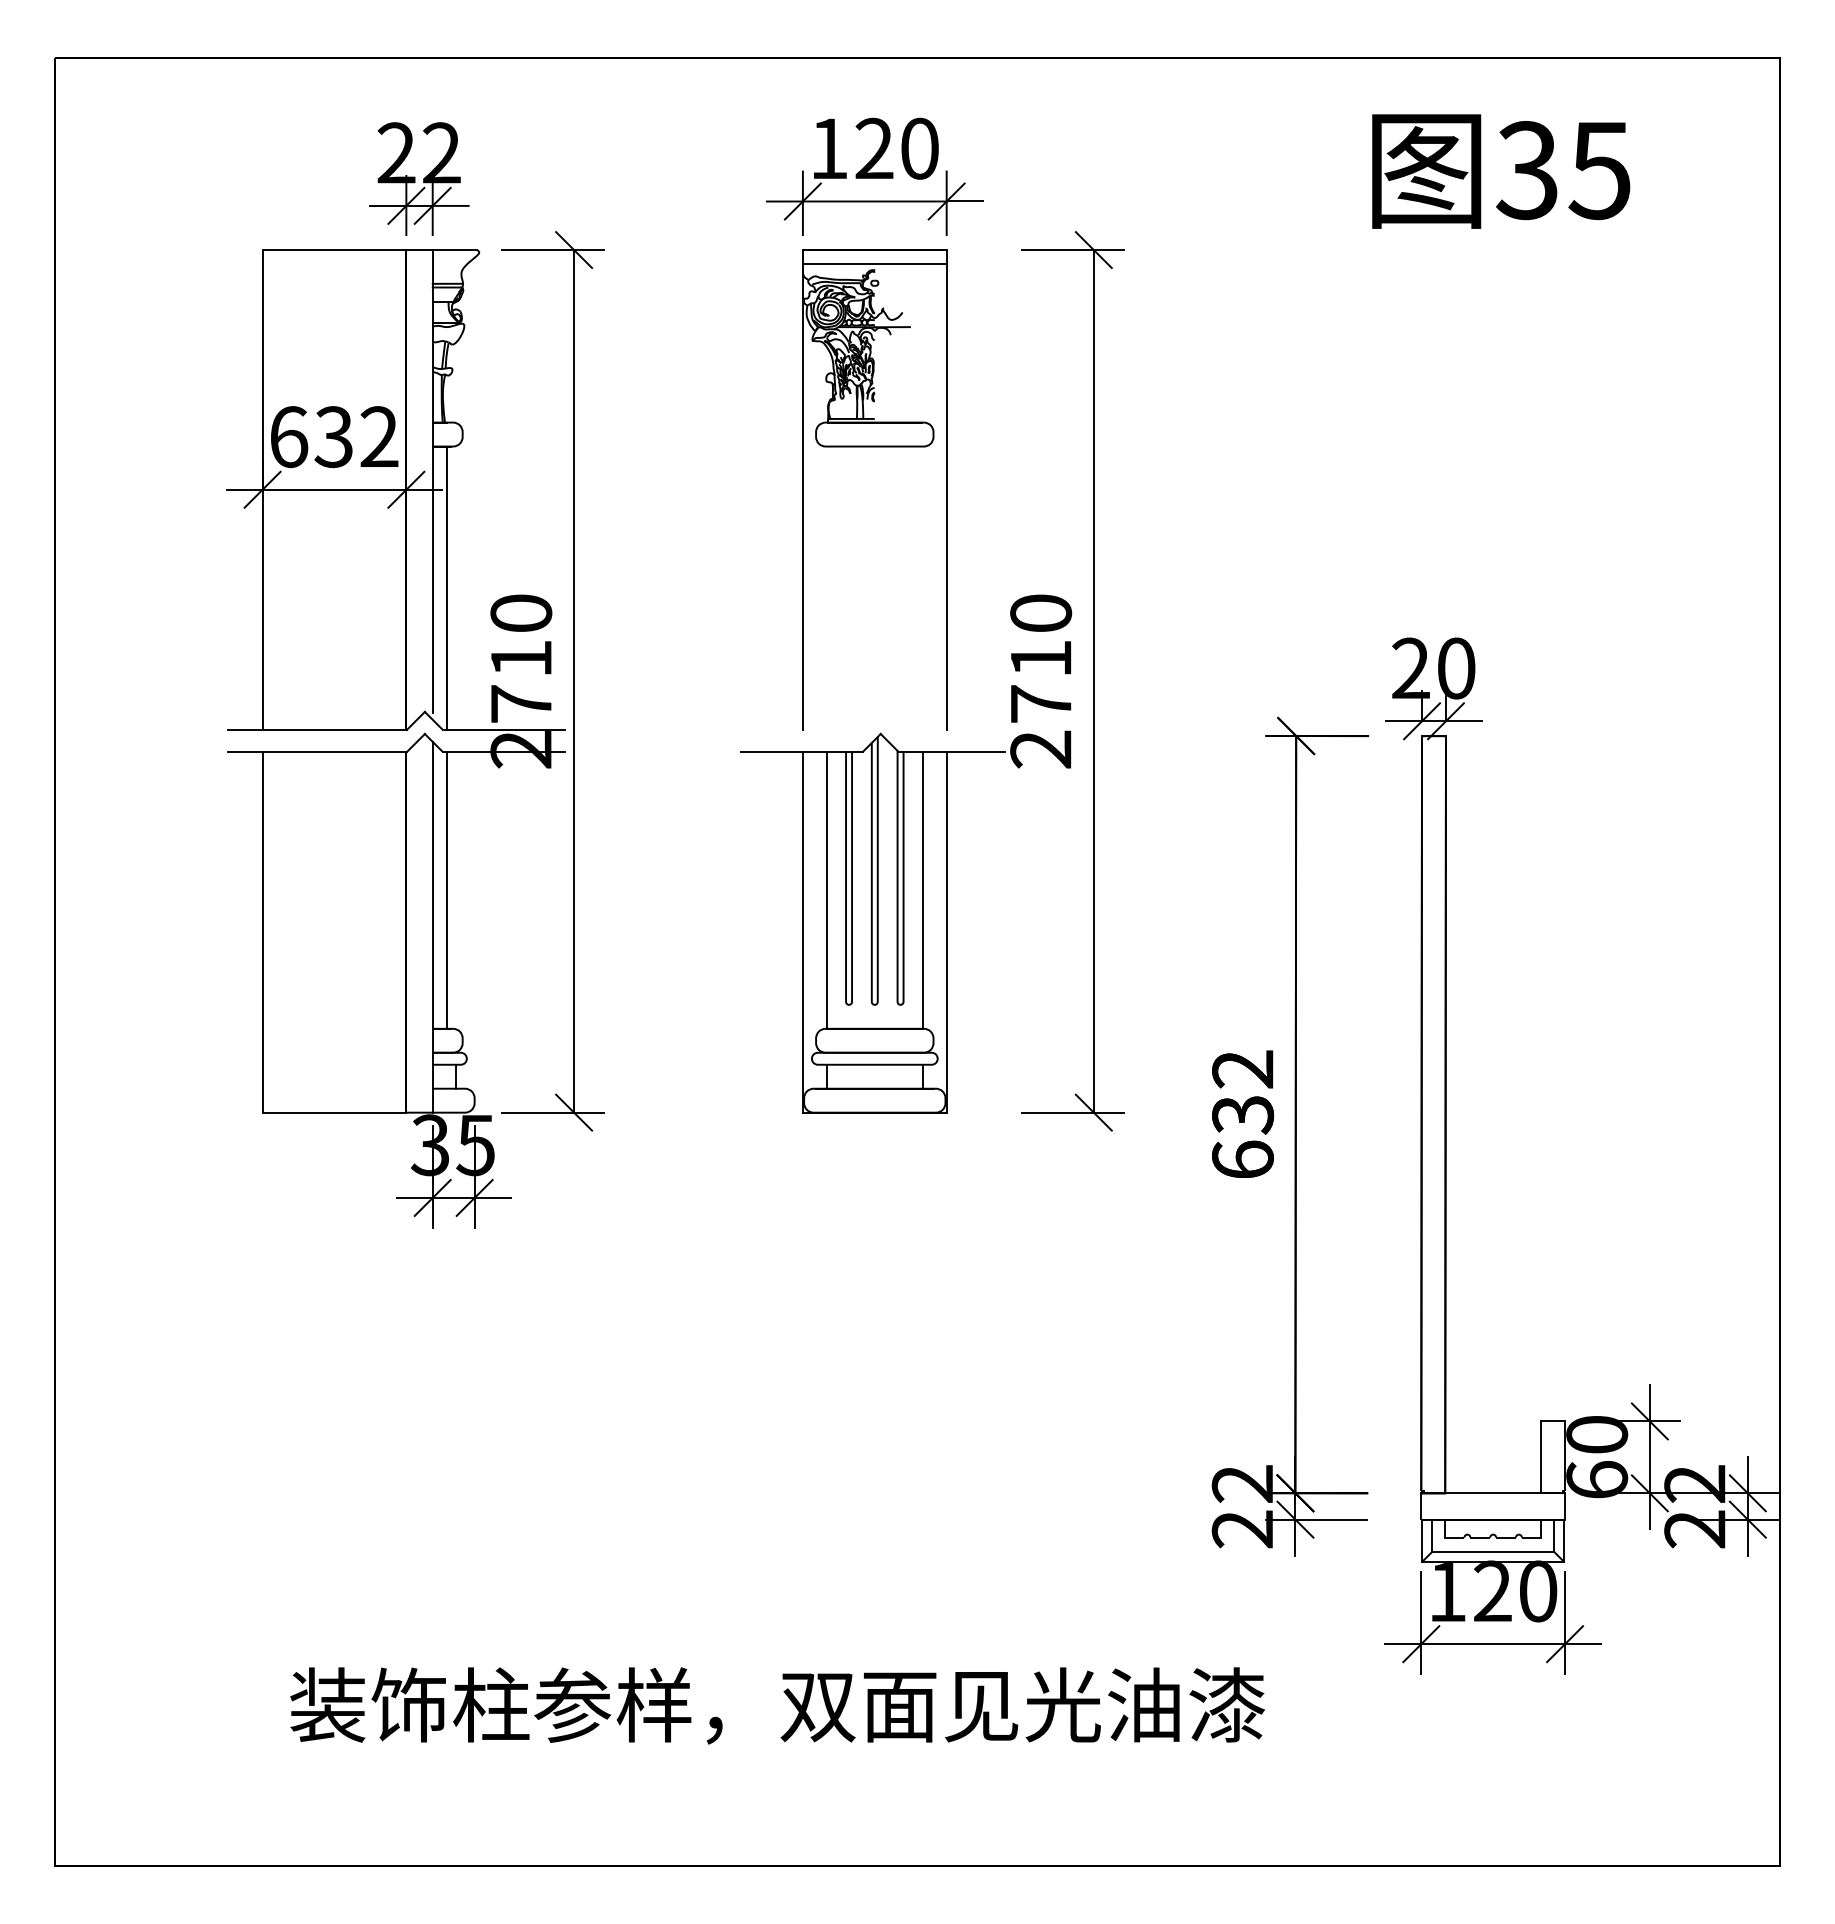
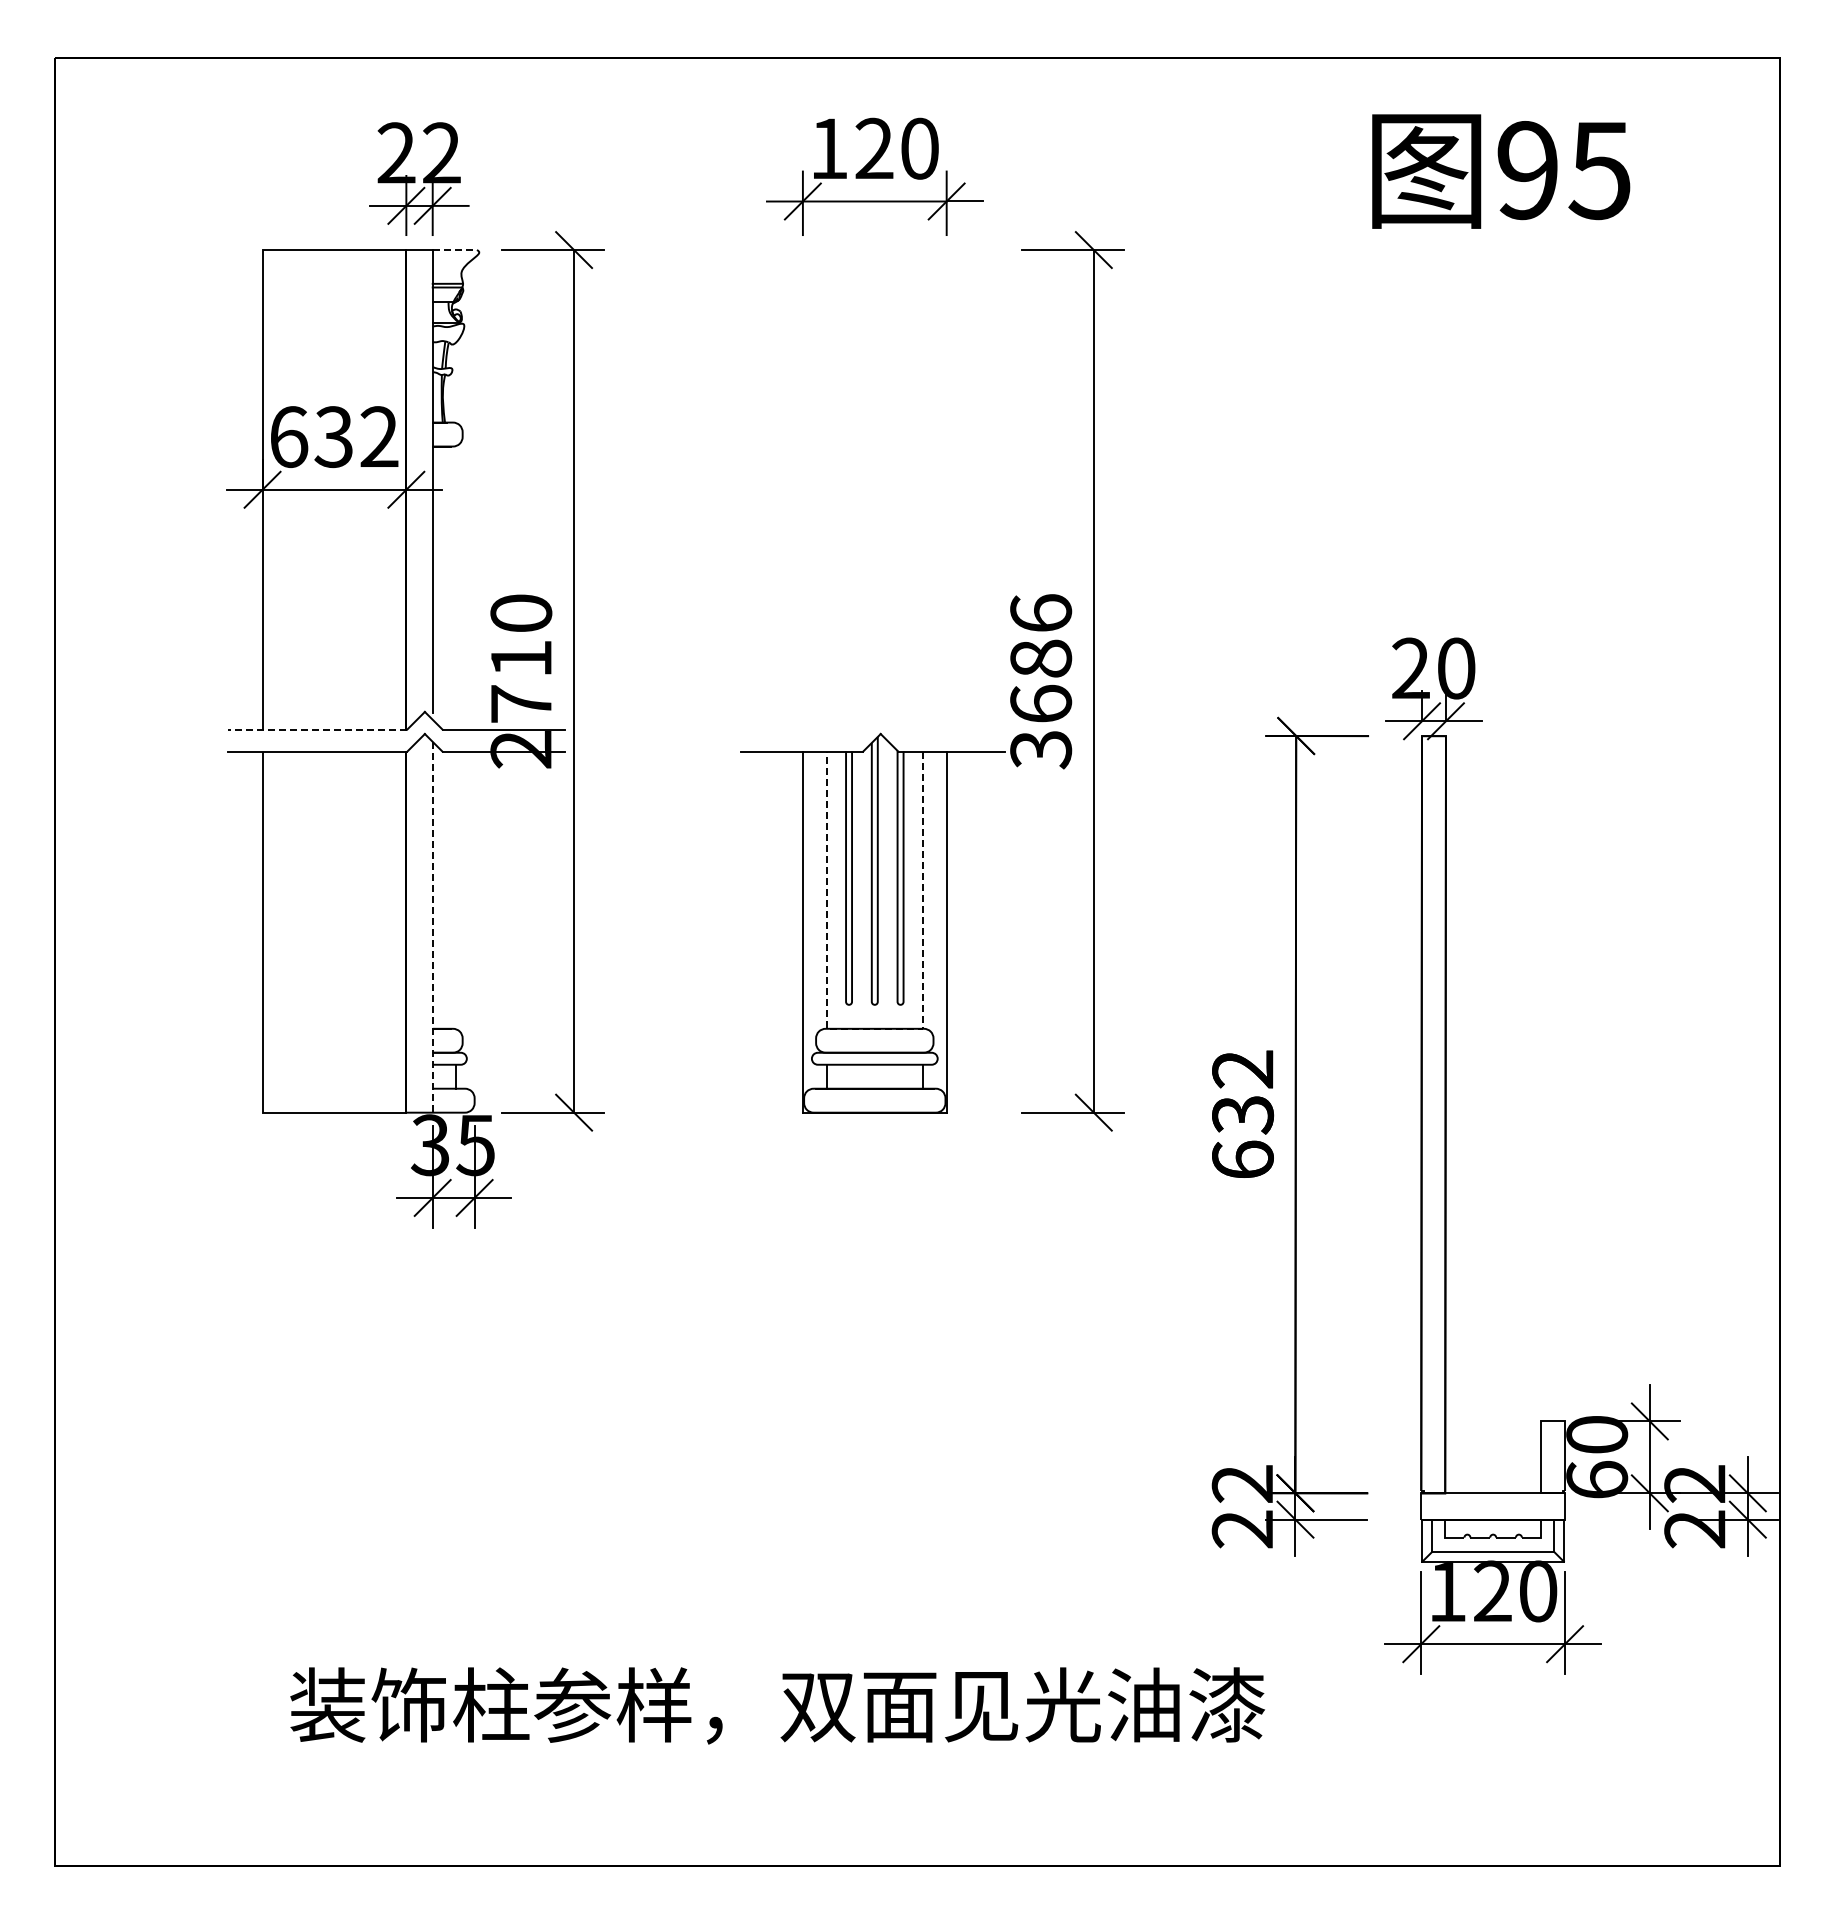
text at (1526, 170): 35 -> 95
line at (455, 250): solid -> dashed
part at (874, 447): present -> none
line at (447, 587): present -> none
text at (1041, 681): 2710 -> 3686
line at (317, 729): solid -> dashed
line at (447, 889): present -> none
line at (432, 927): solid -> dashed
line at (874, 1028): solid -> dashed
